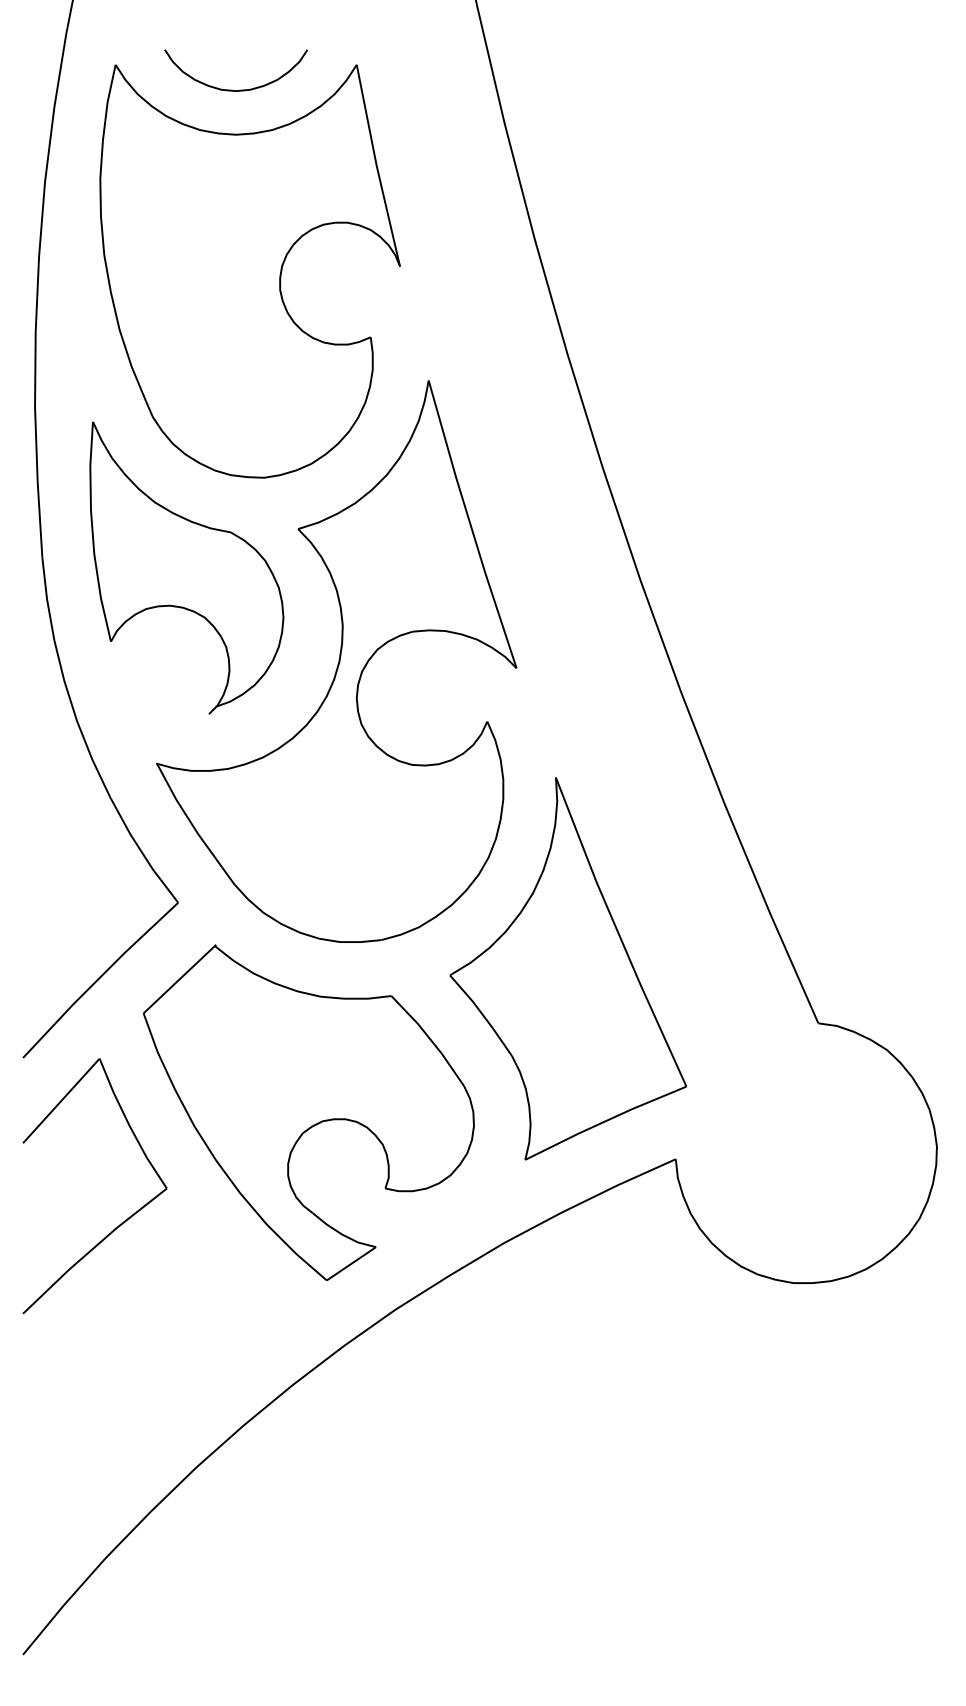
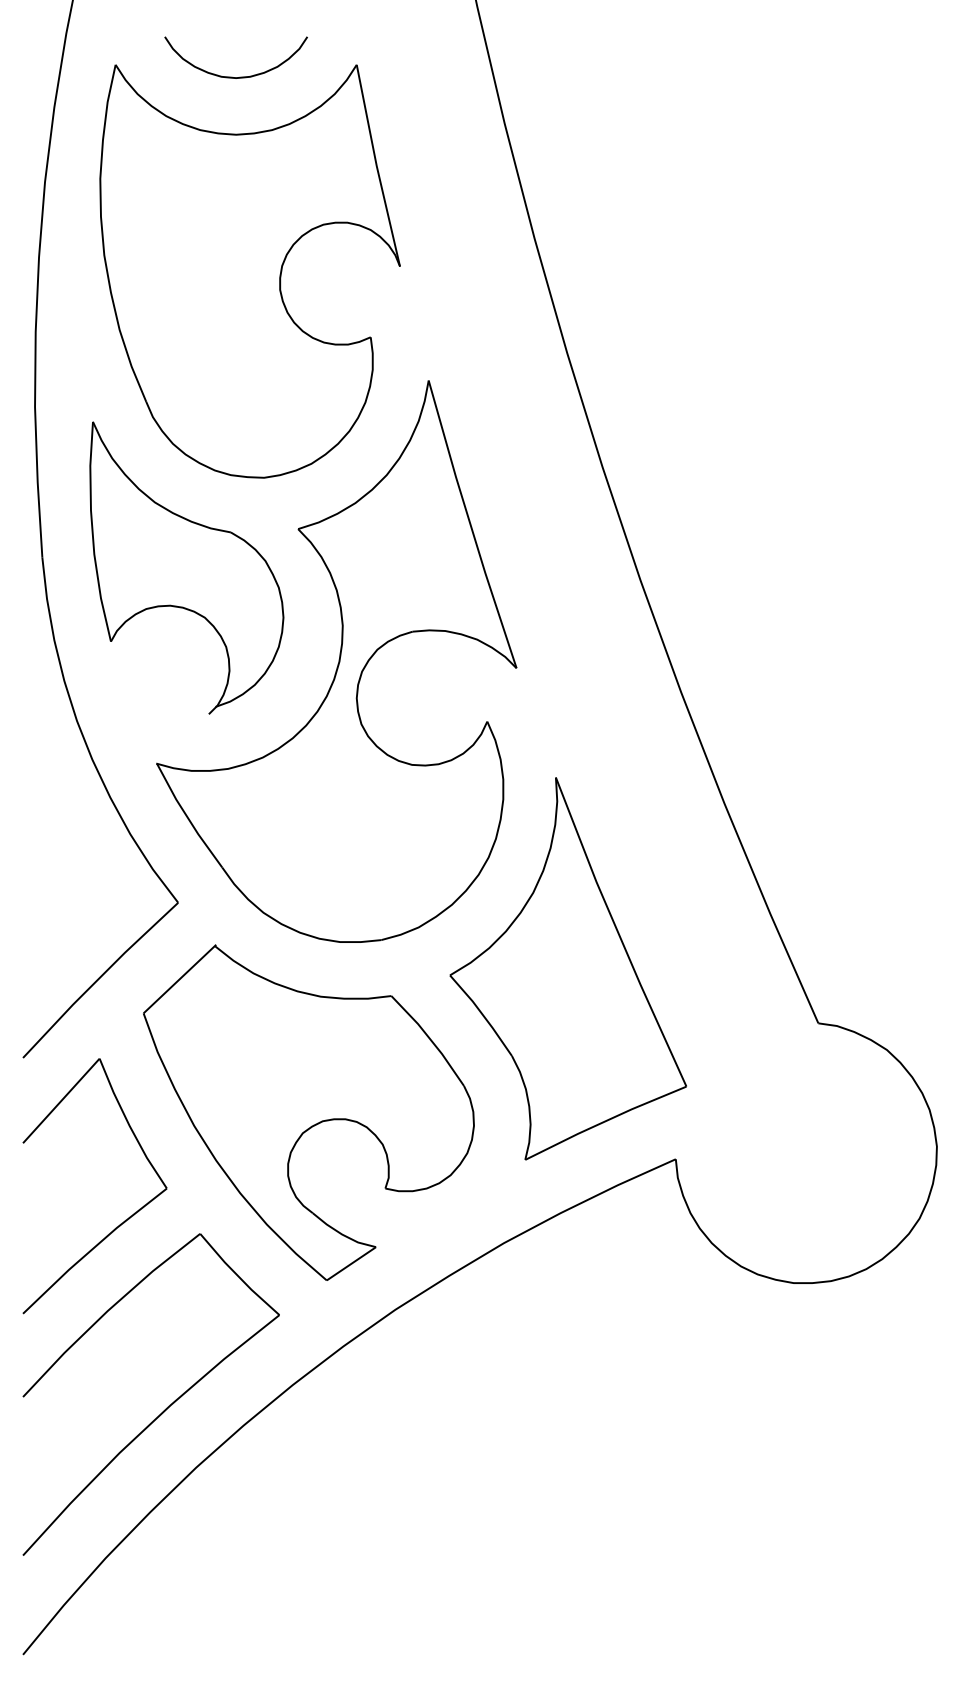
curve at (232, 89) position: (232, 89) -> (232, 76)
part at (165, 1408): none -> present
